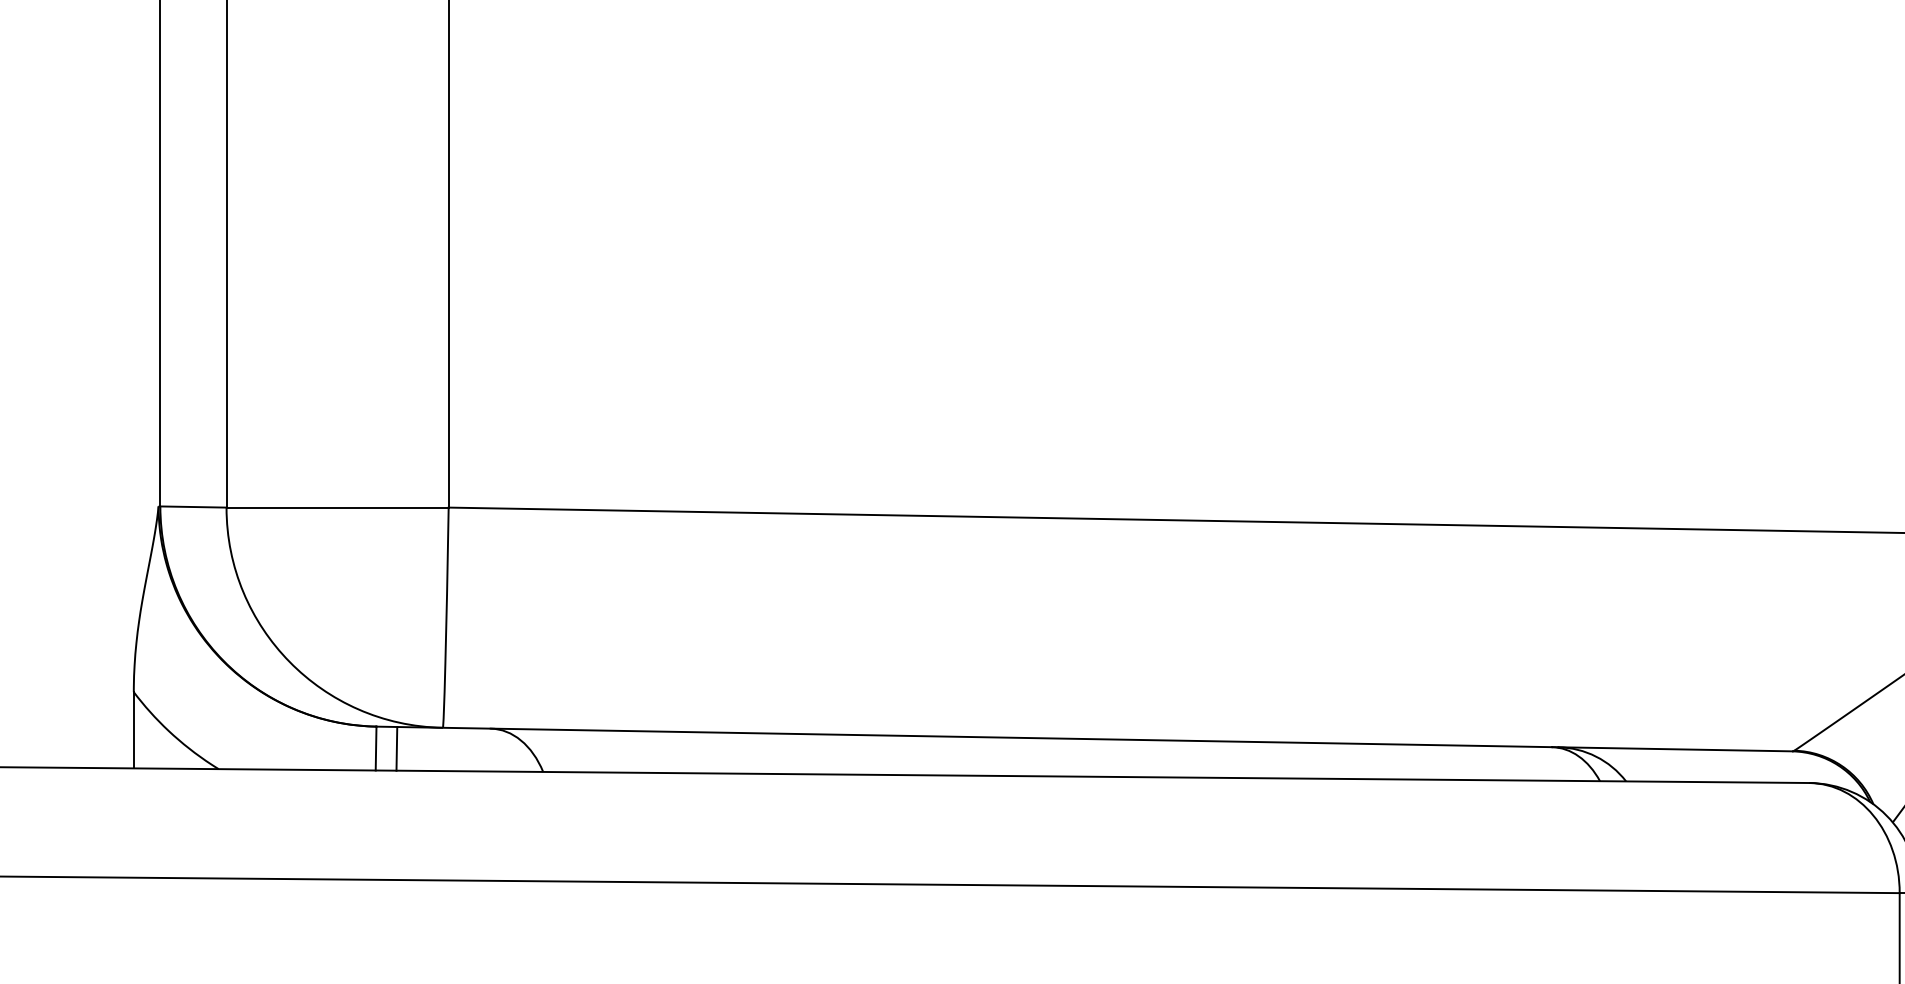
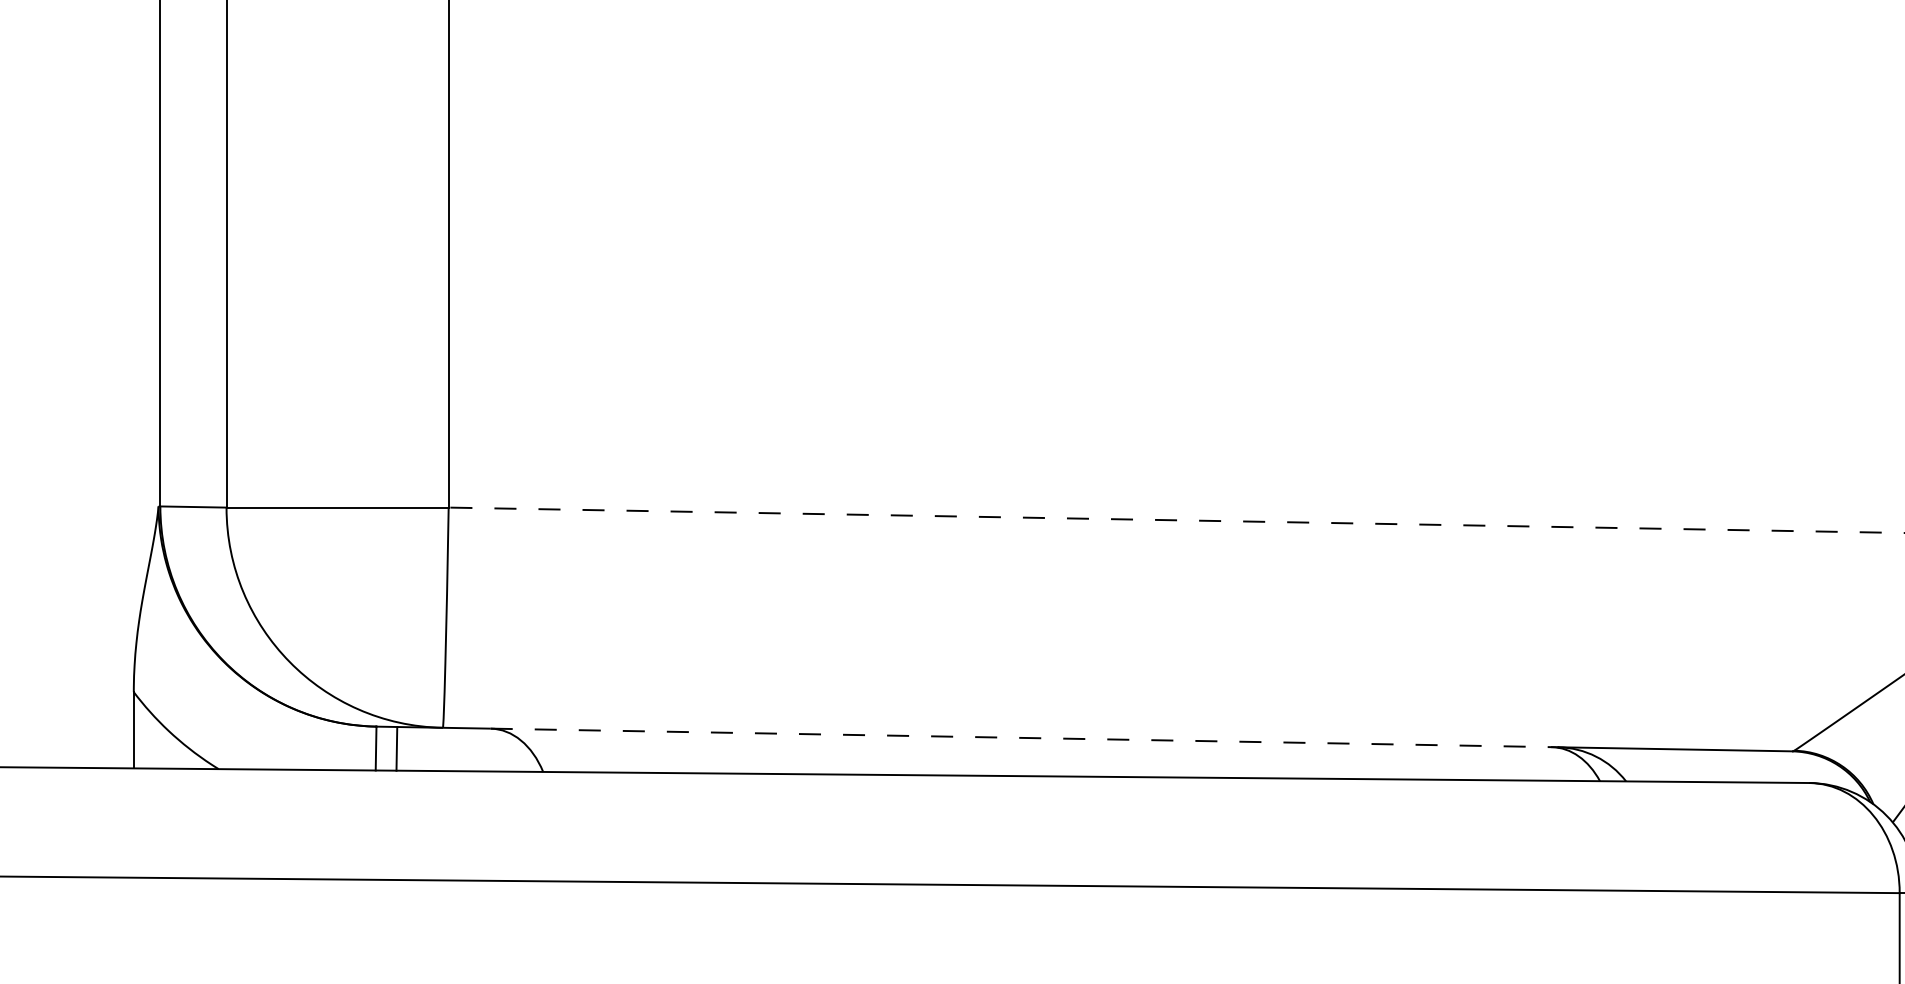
line at (1176, 520): solid -> dashed
line at (1021, 737): solid -> dashed
